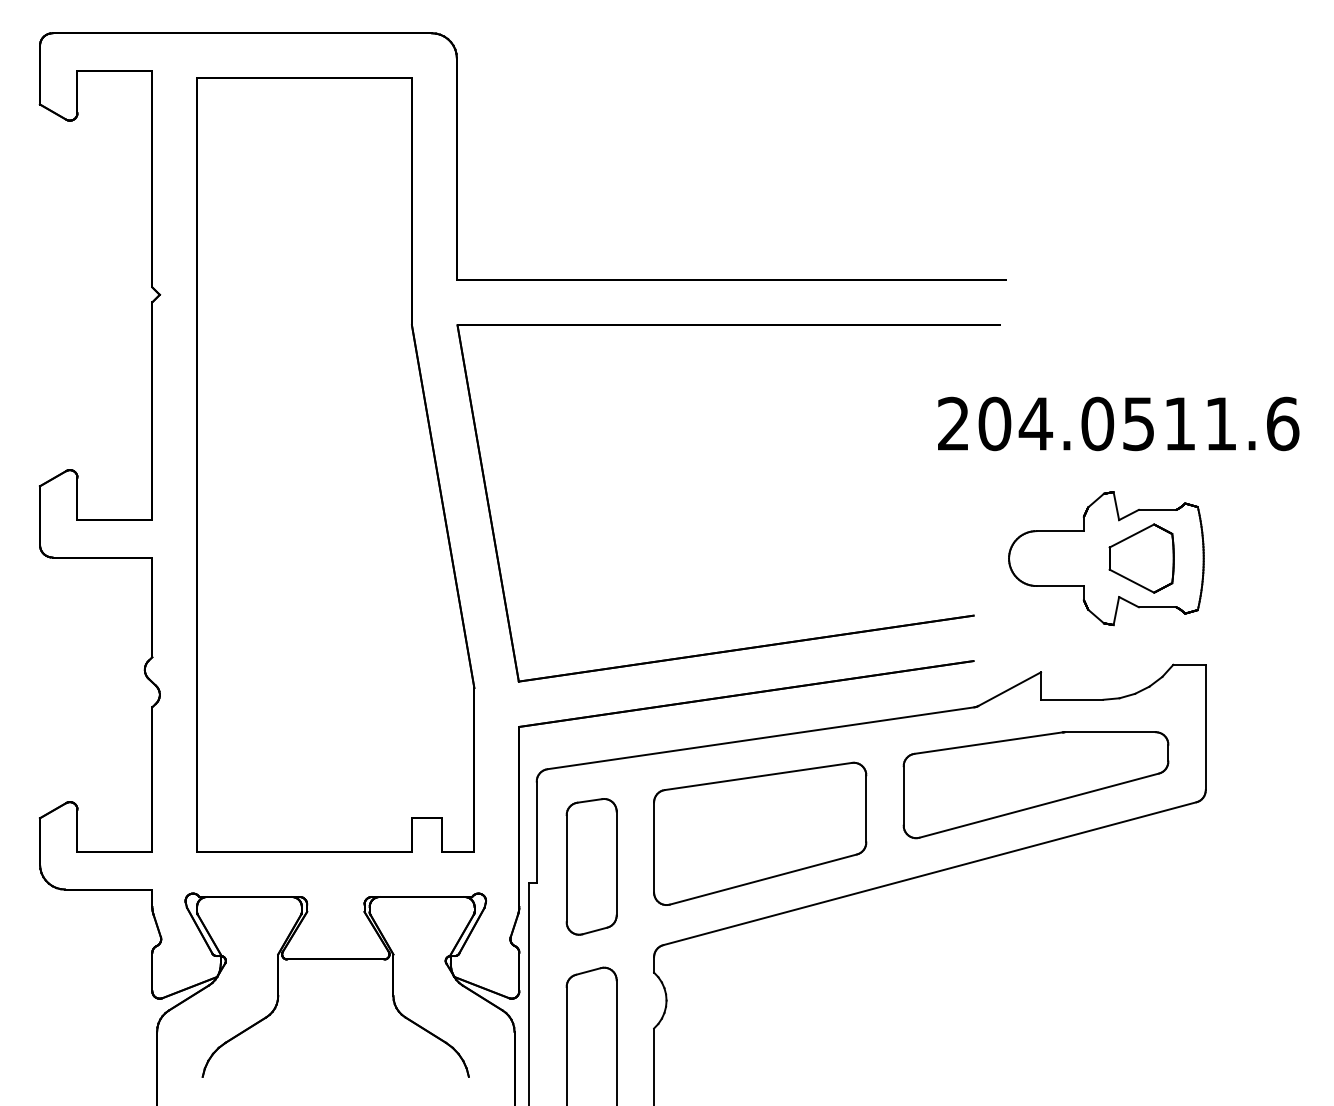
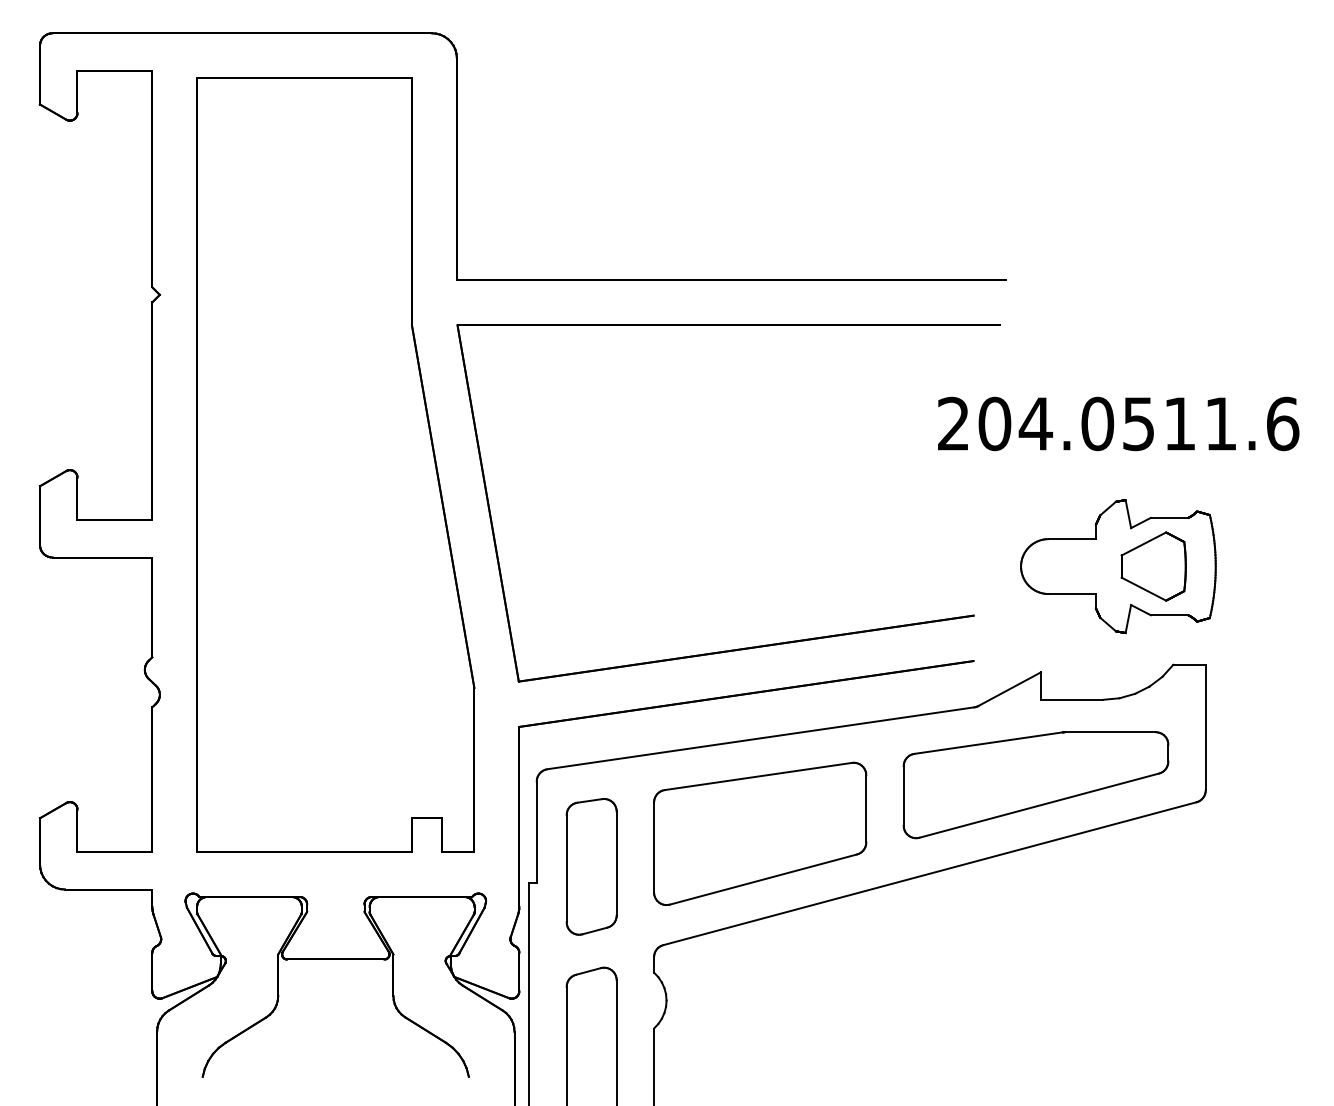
part at (1106, 558) position: (1106, 558) -> (1118, 566)
